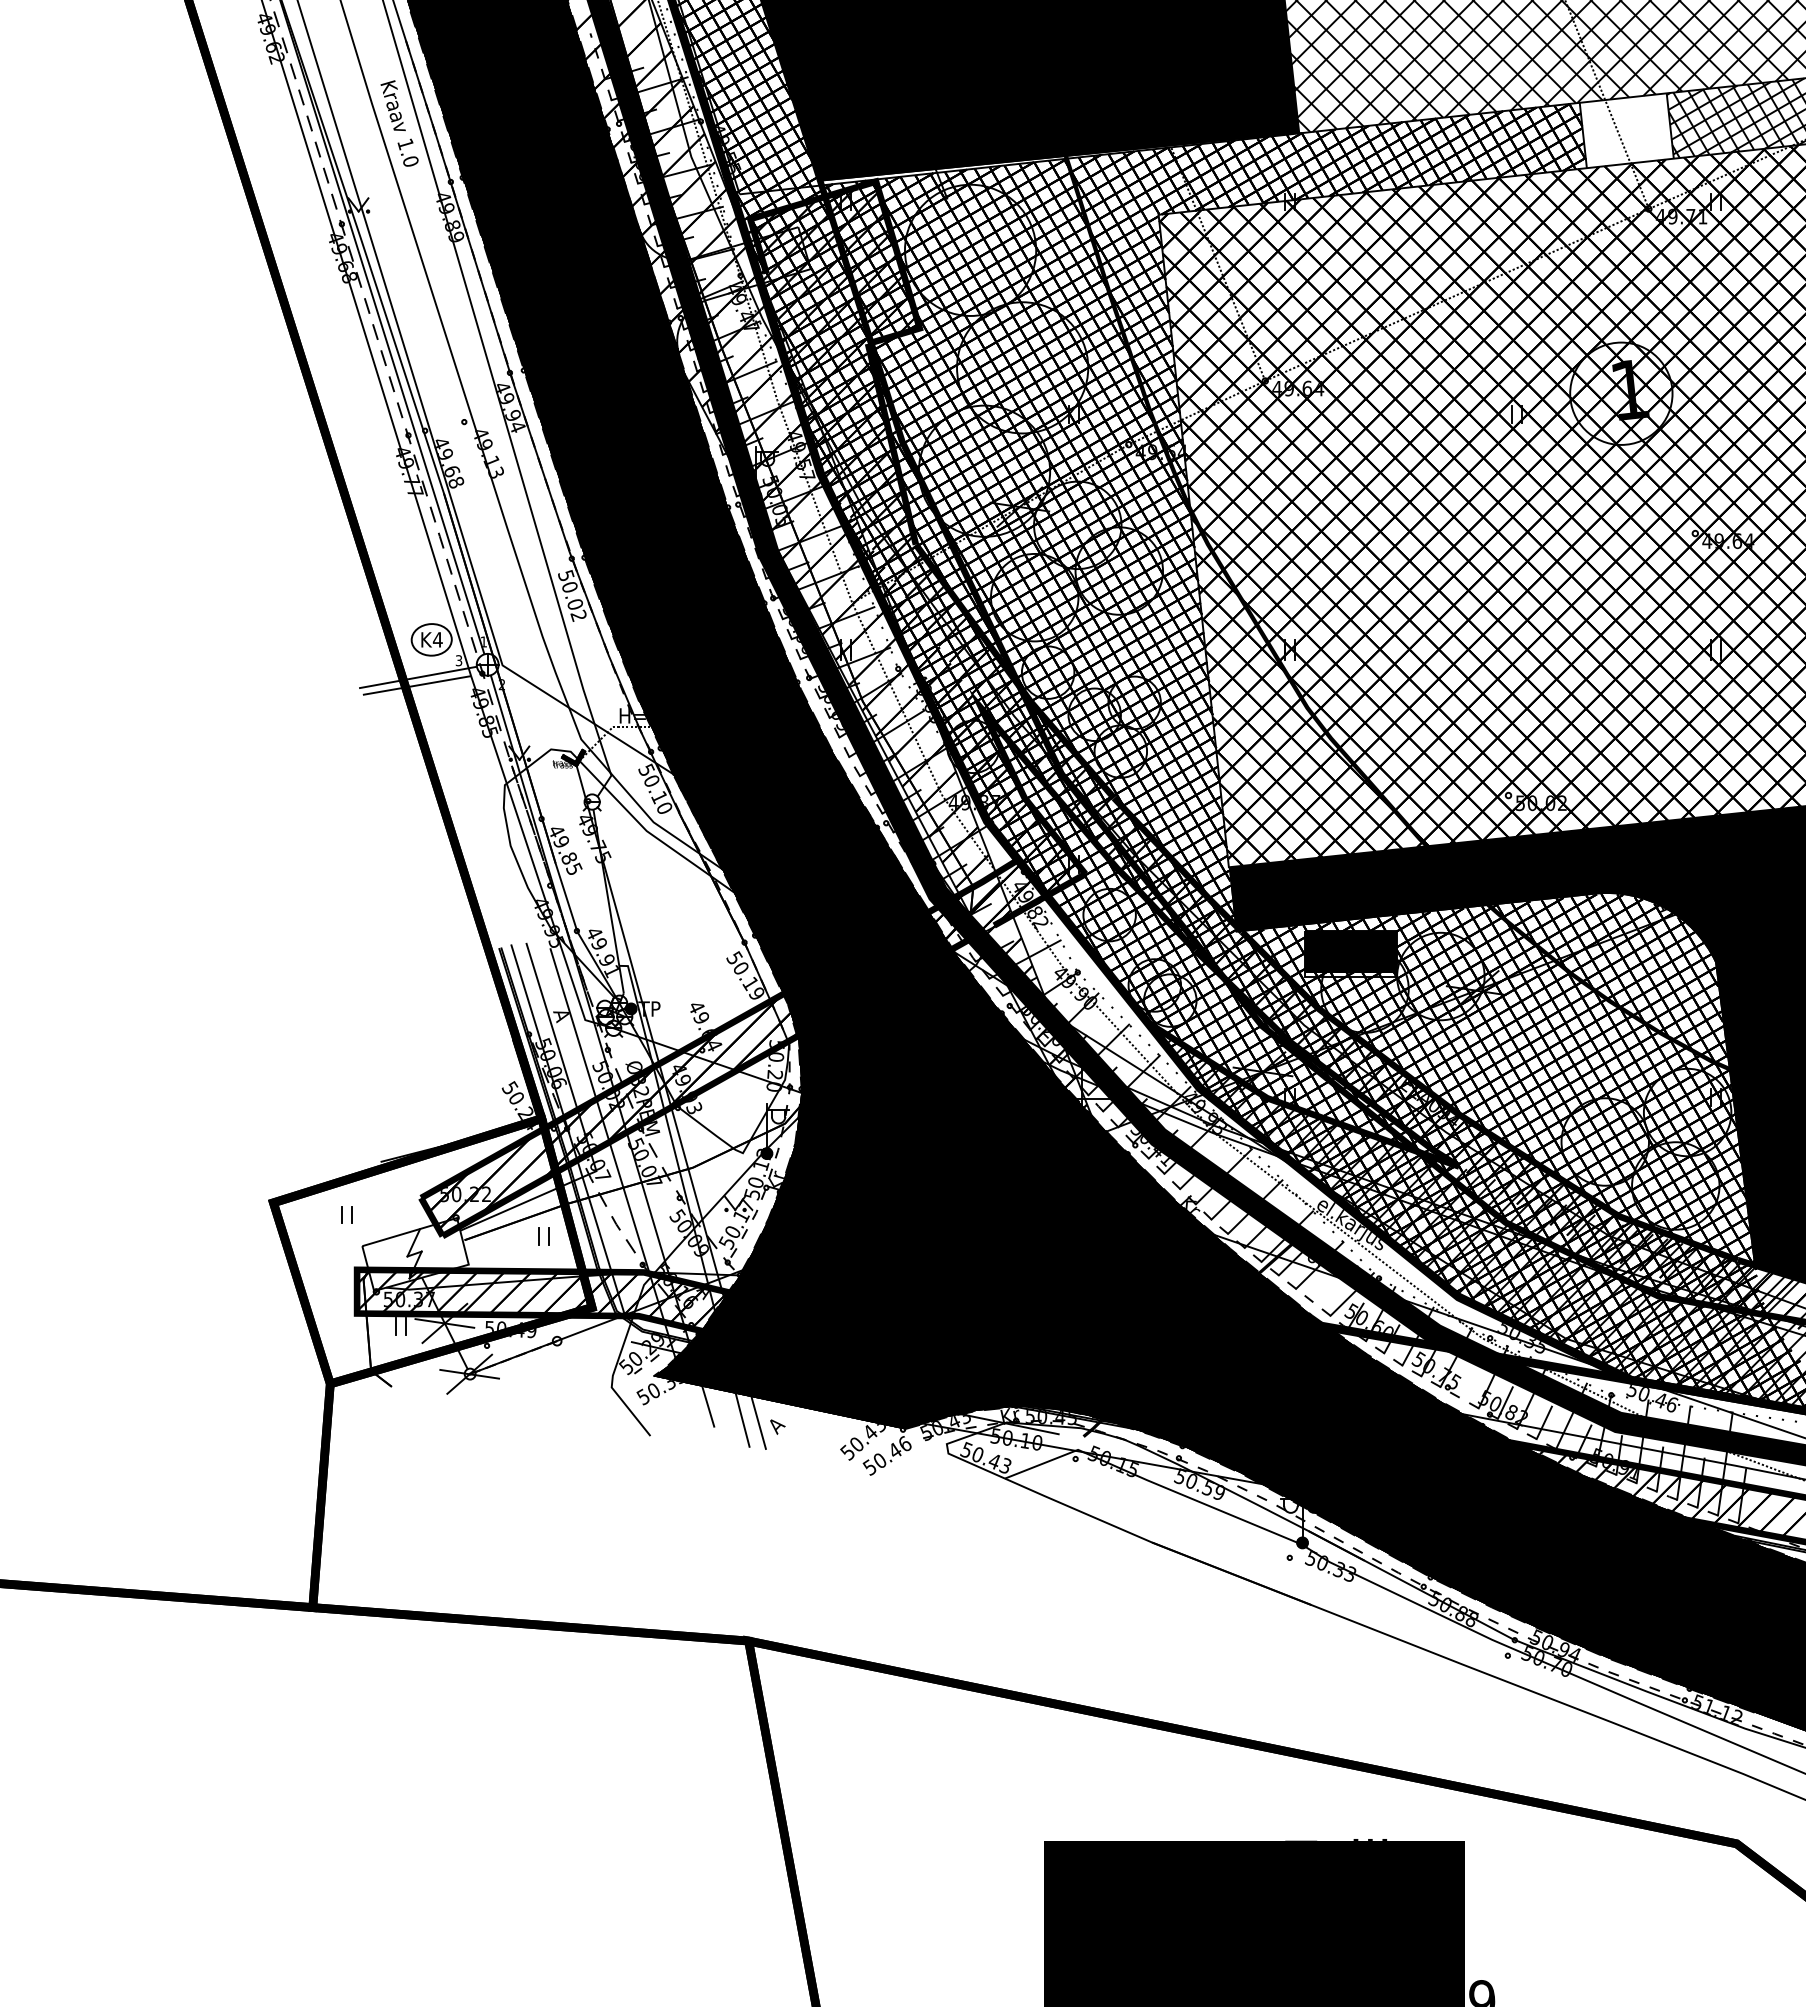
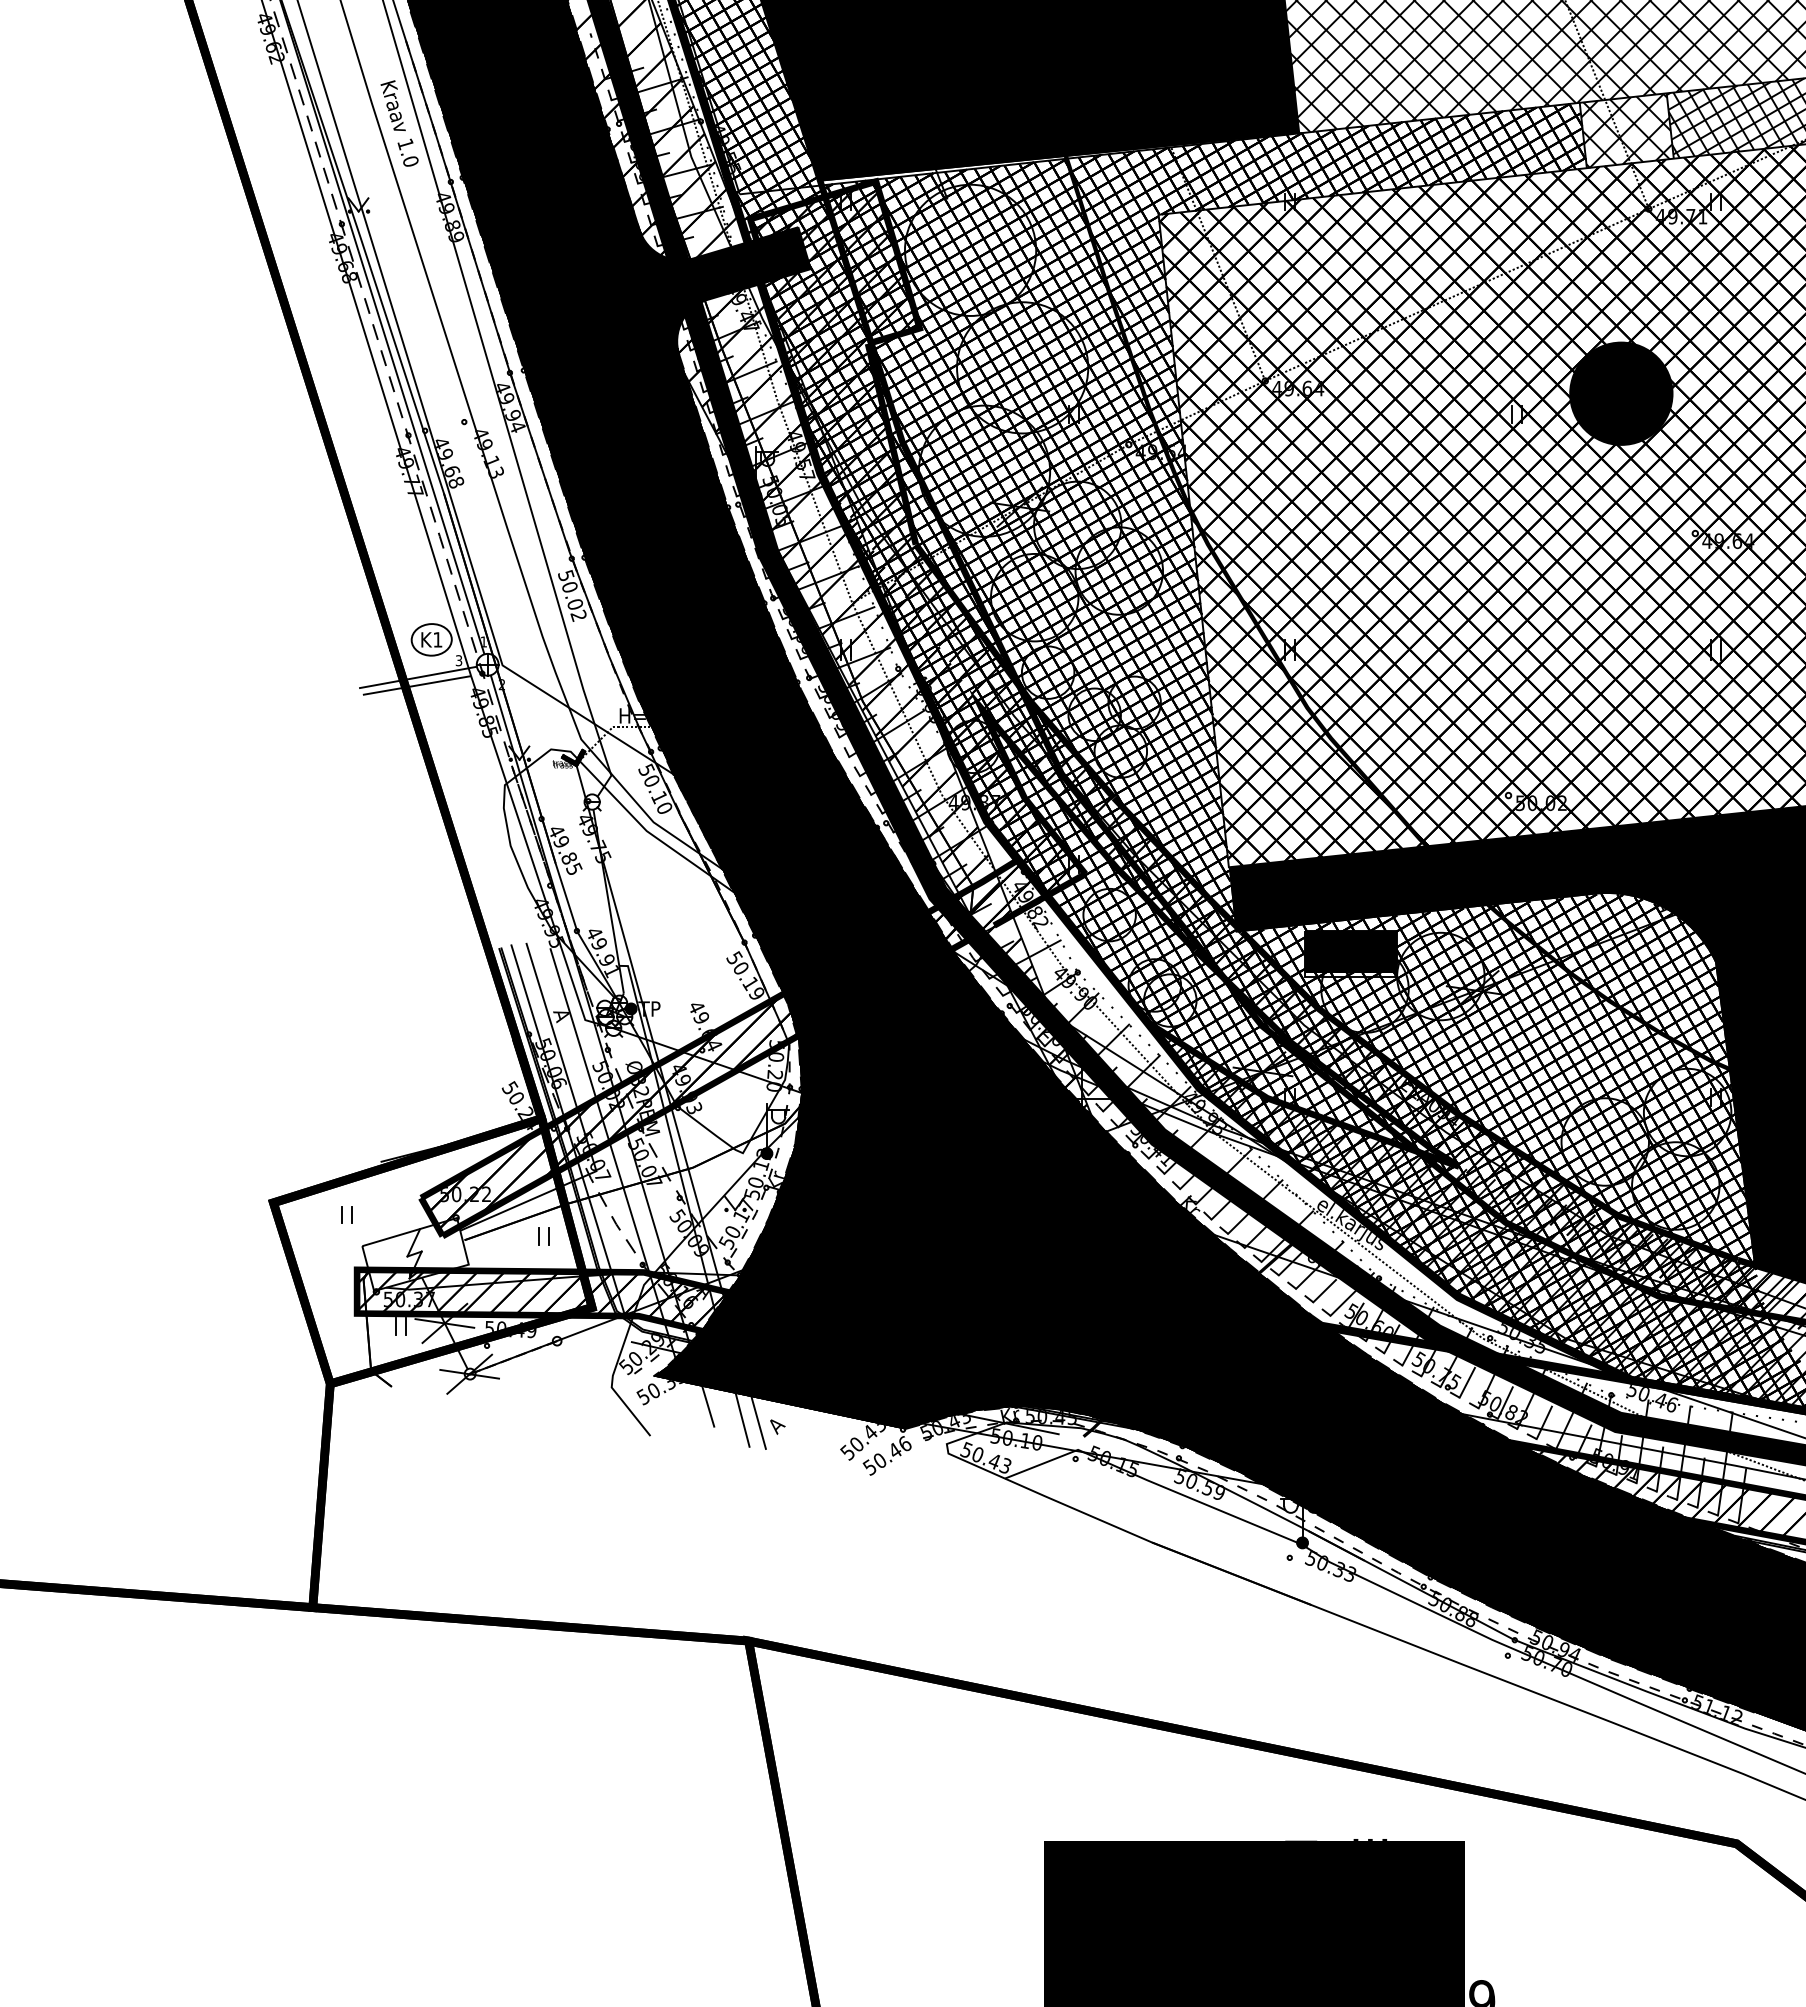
hatch at (1626, 130): none -> present
fill at (724, 290): none -> present
fill at (1621, 393): none -> present
text at (437, 639): K4 -> K1
line at (1324, 1291): none -> present
line at (1466, 1382): none -> present
